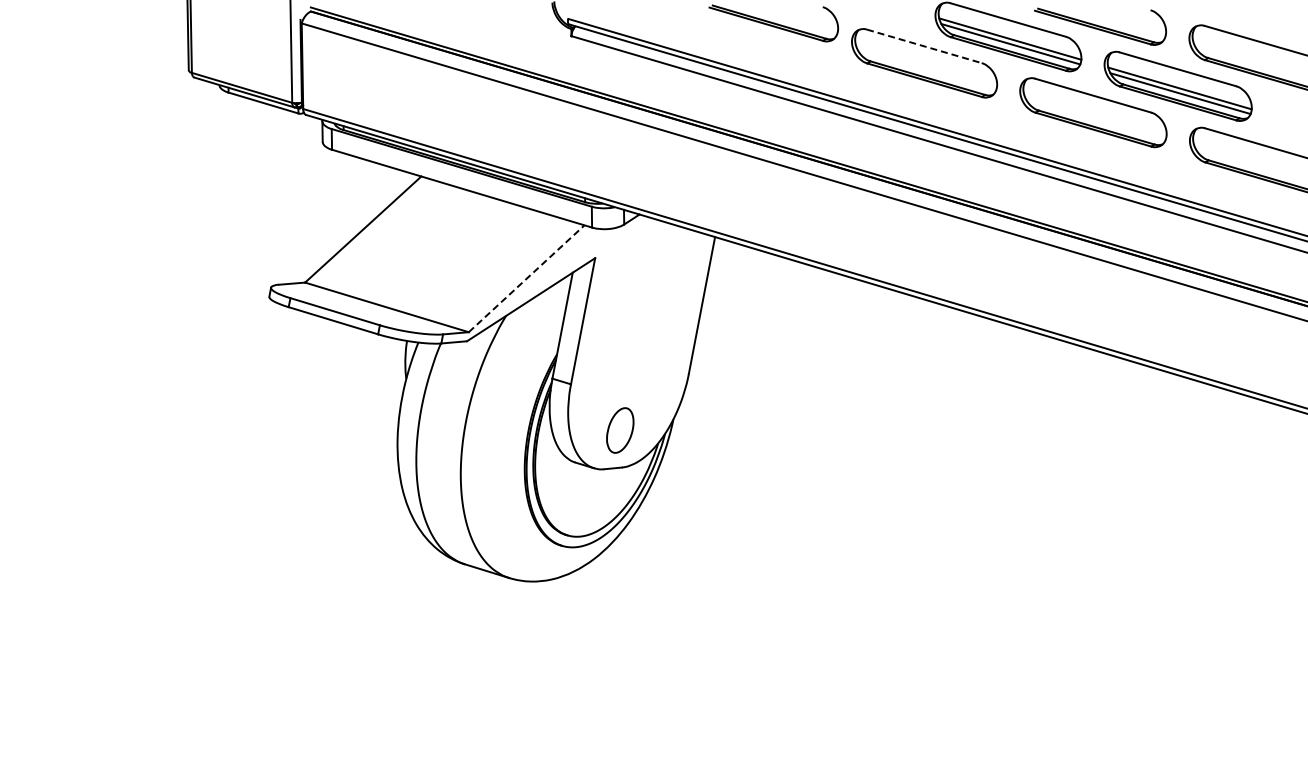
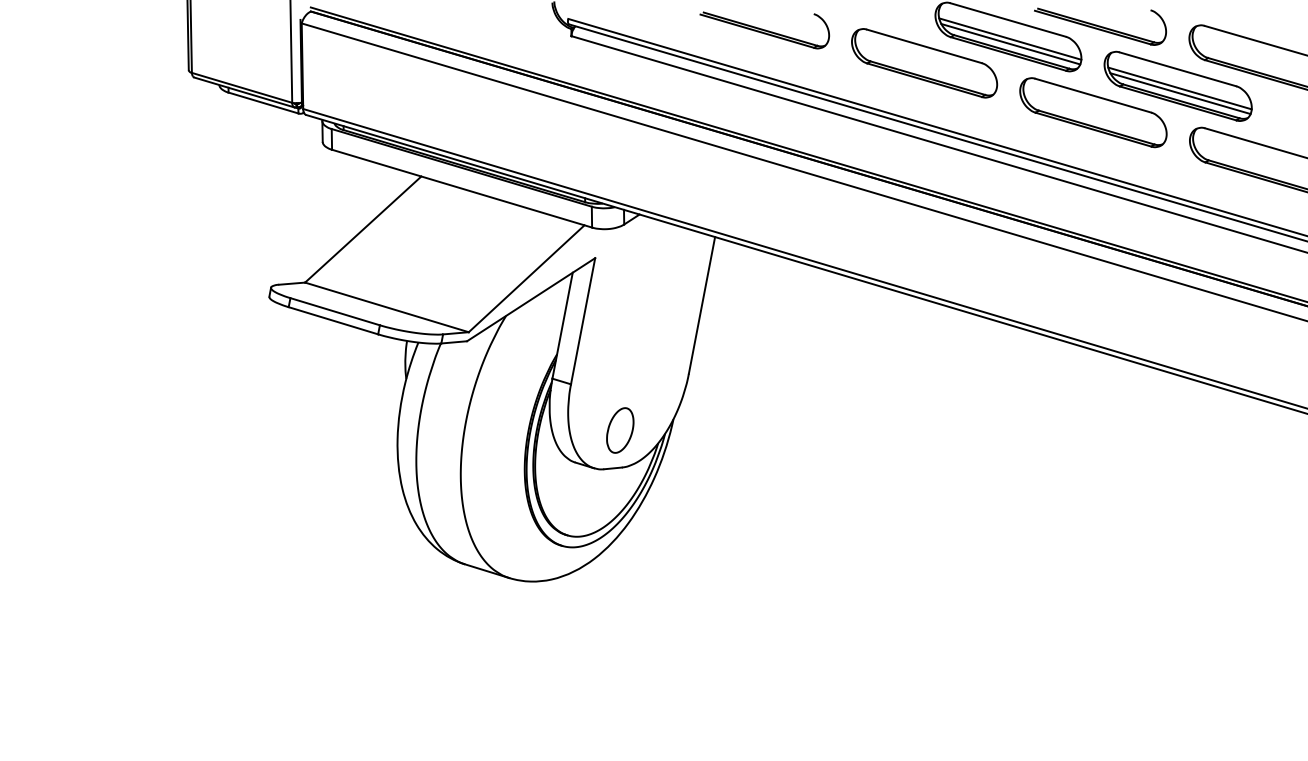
part at (773, 23) position: (773, 23) -> (764, 30)
line at (924, 46): dashed -> solid
line at (526, 278): dashed -> solid
